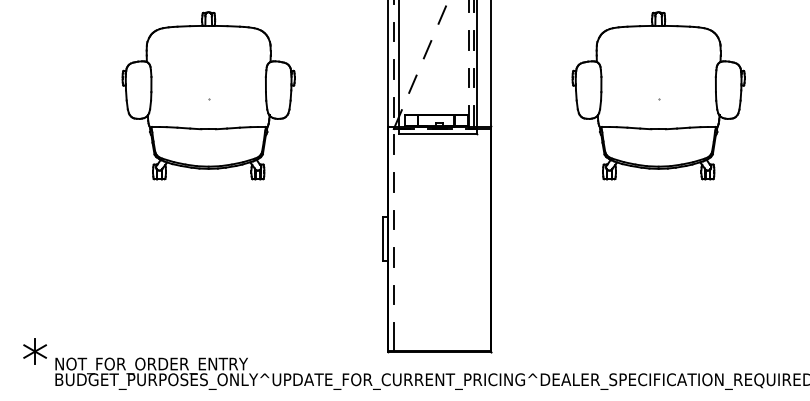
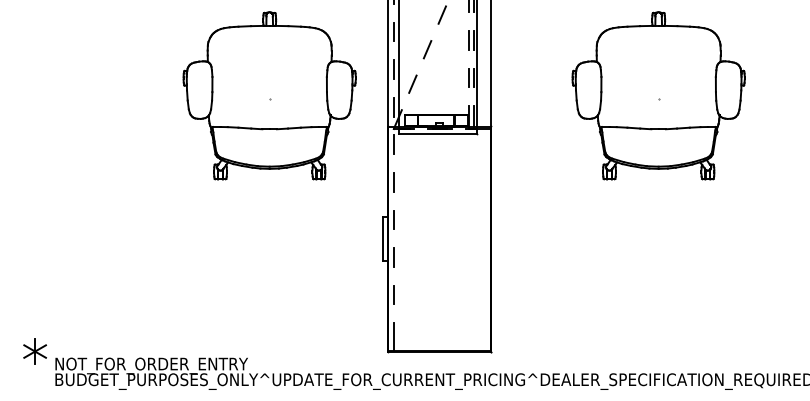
part at (208, 95) position: (208, 95) -> (269, 95)
